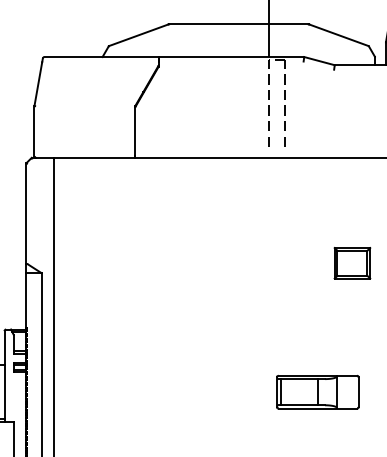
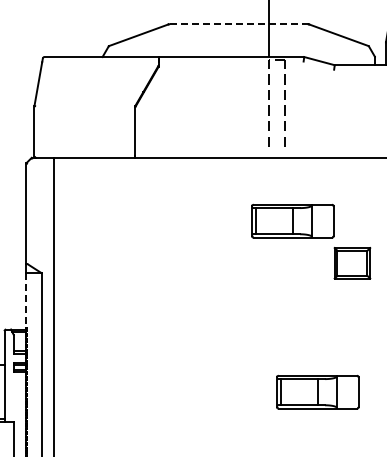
line at (238, 24): solid -> dashed
part at (292, 220): none -> present
line at (26, 300): solid -> dashed
